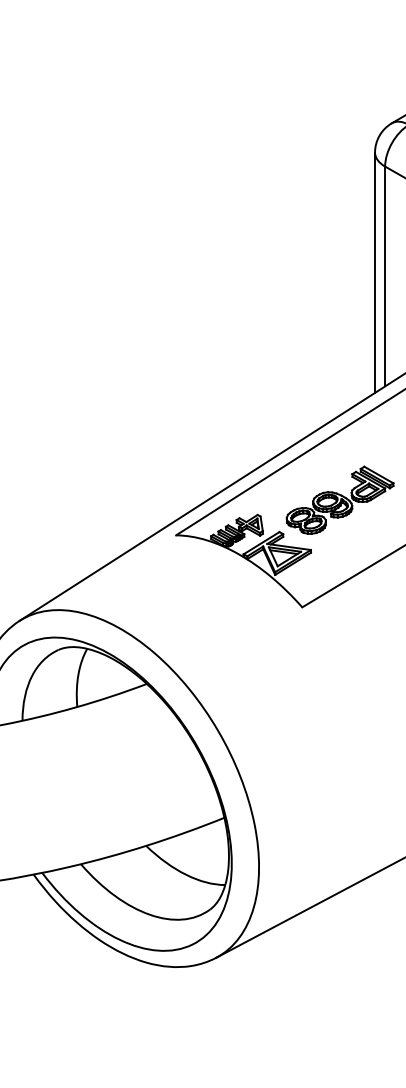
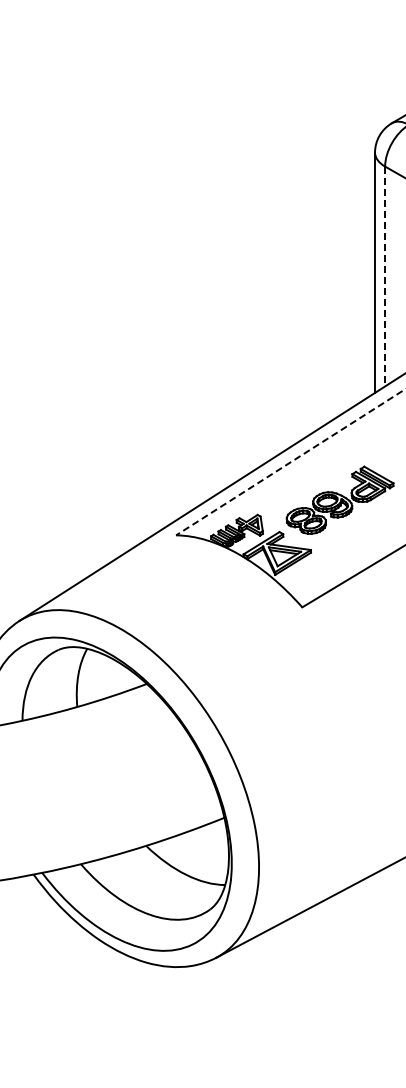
line at (385, 276): solid -> dashed
line at (290, 462): solid -> dashed
